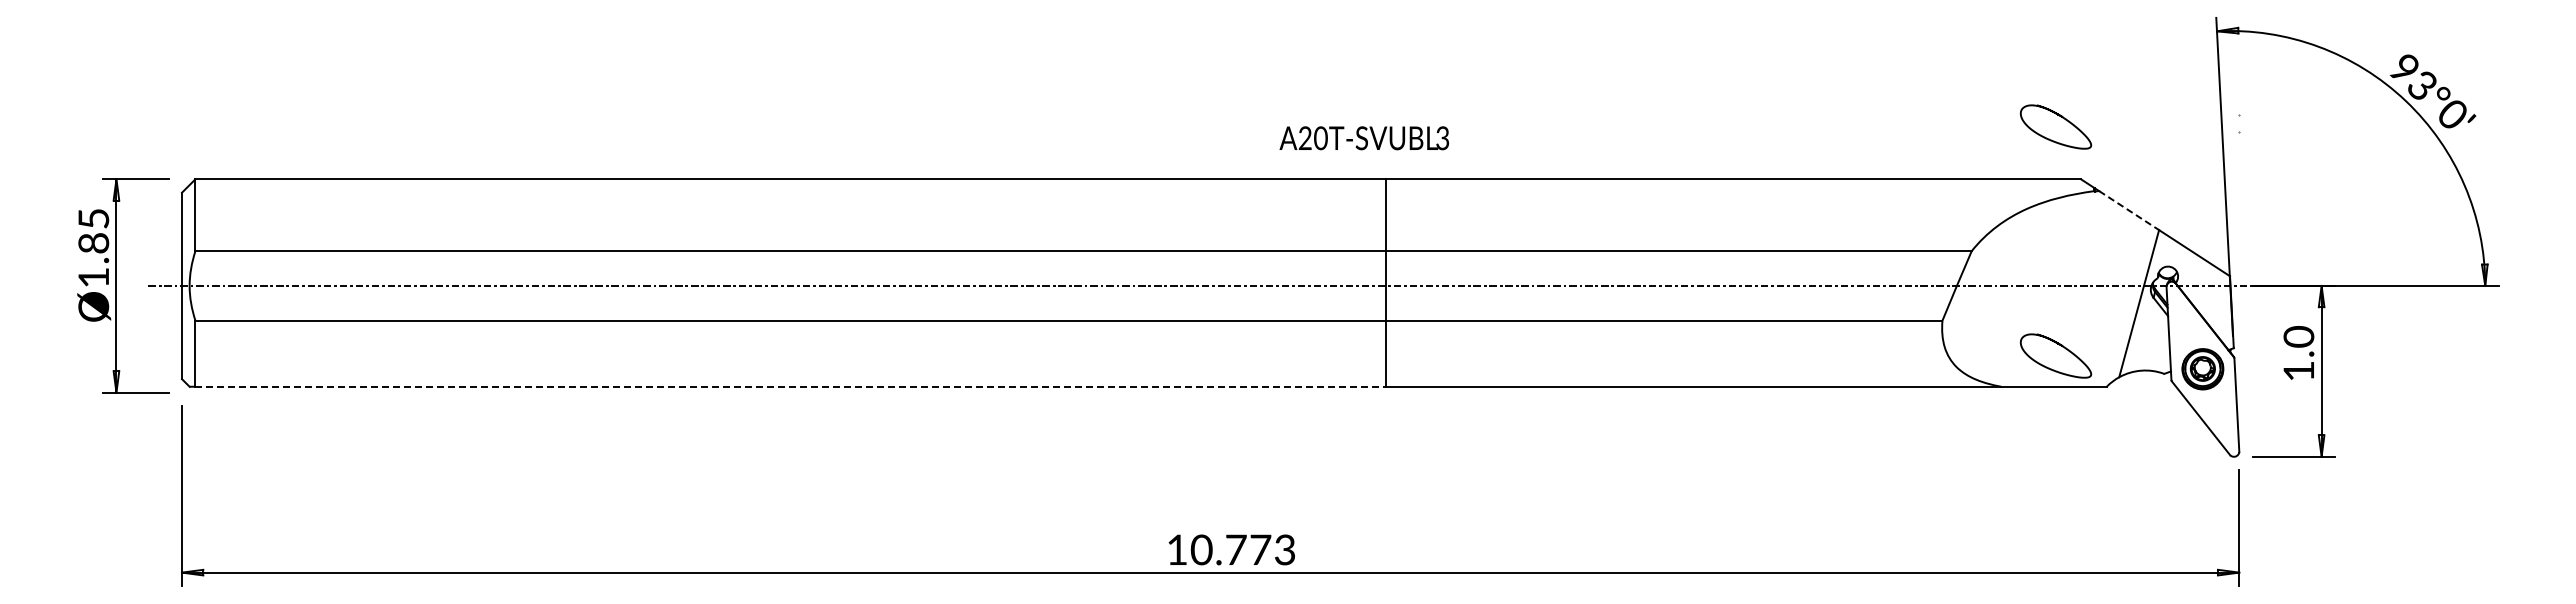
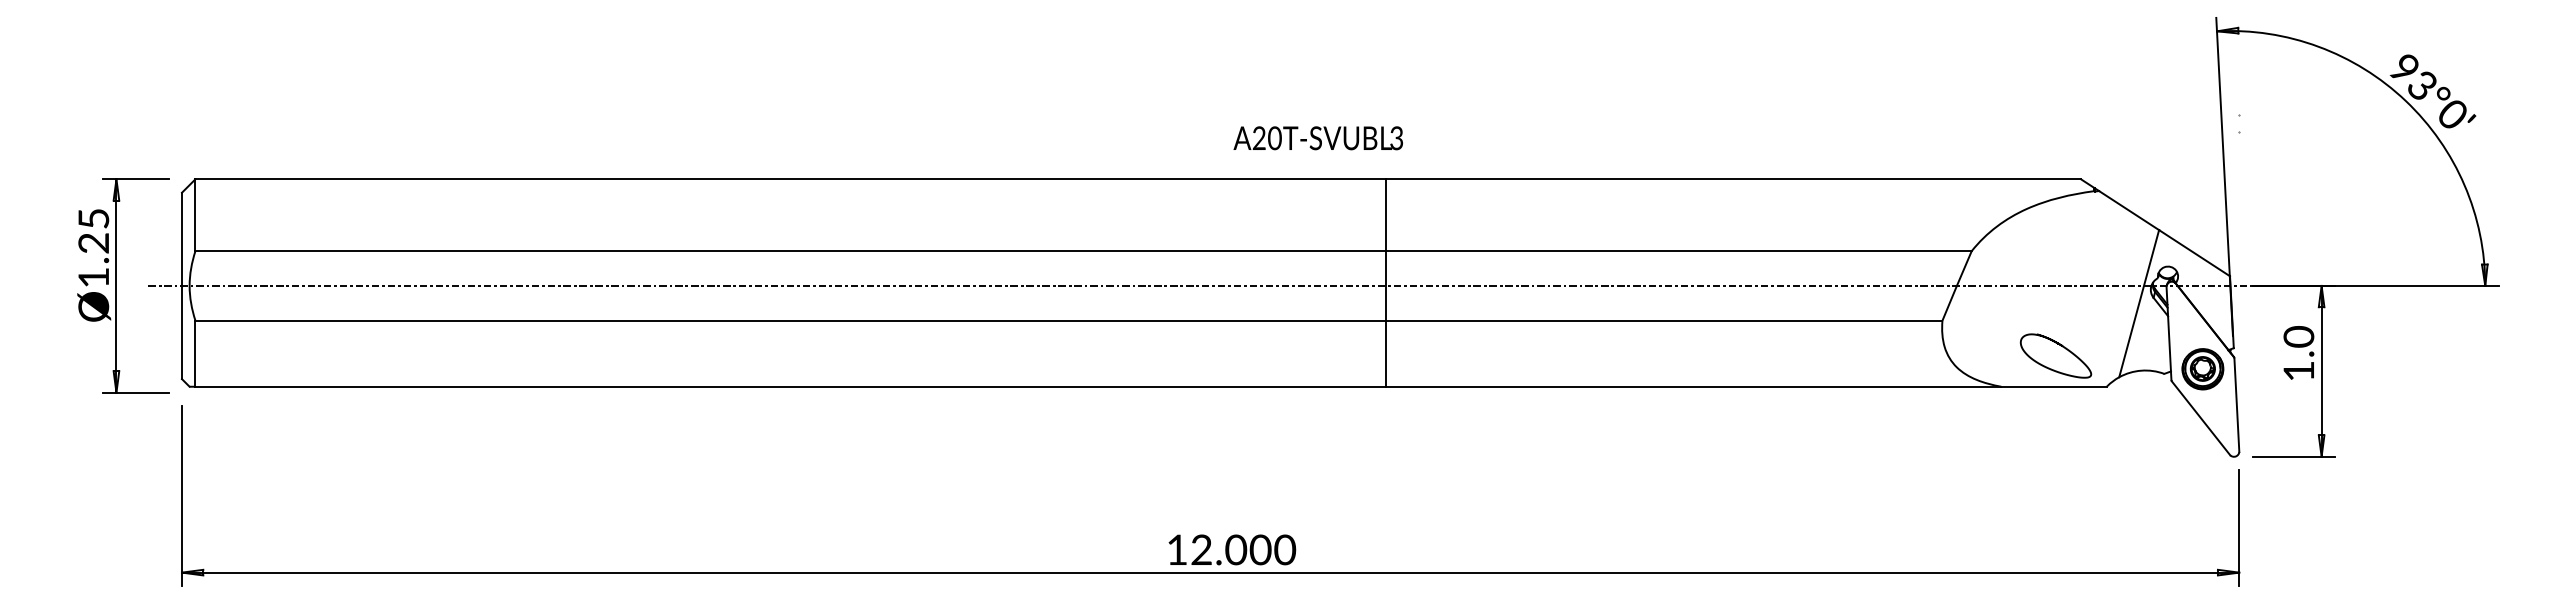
curve at (2060, 117): present -> none
text at (1363, 138) position: (1363, 138) -> (1317, 138)
line at (2129, 210): dashed -> solid
text at (94, 243): Ø1.85 -> Ø1.25
line at (791, 386): dashed -> solid
text at (1243, 549): 10.773 -> 12.000
